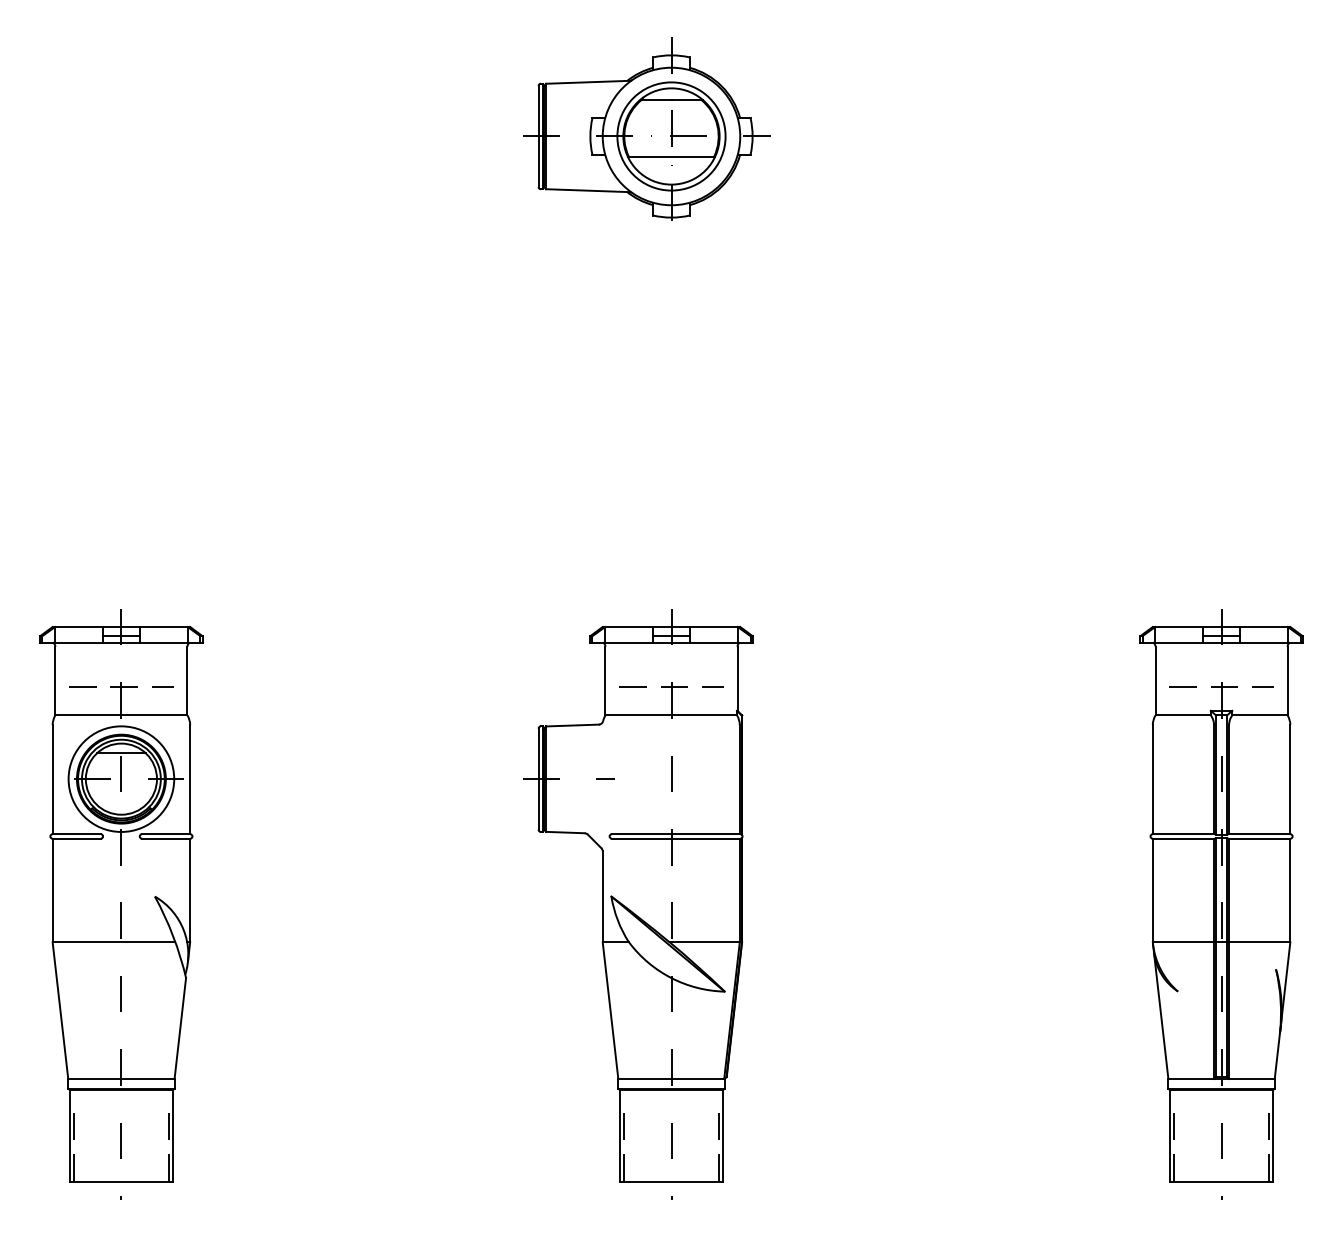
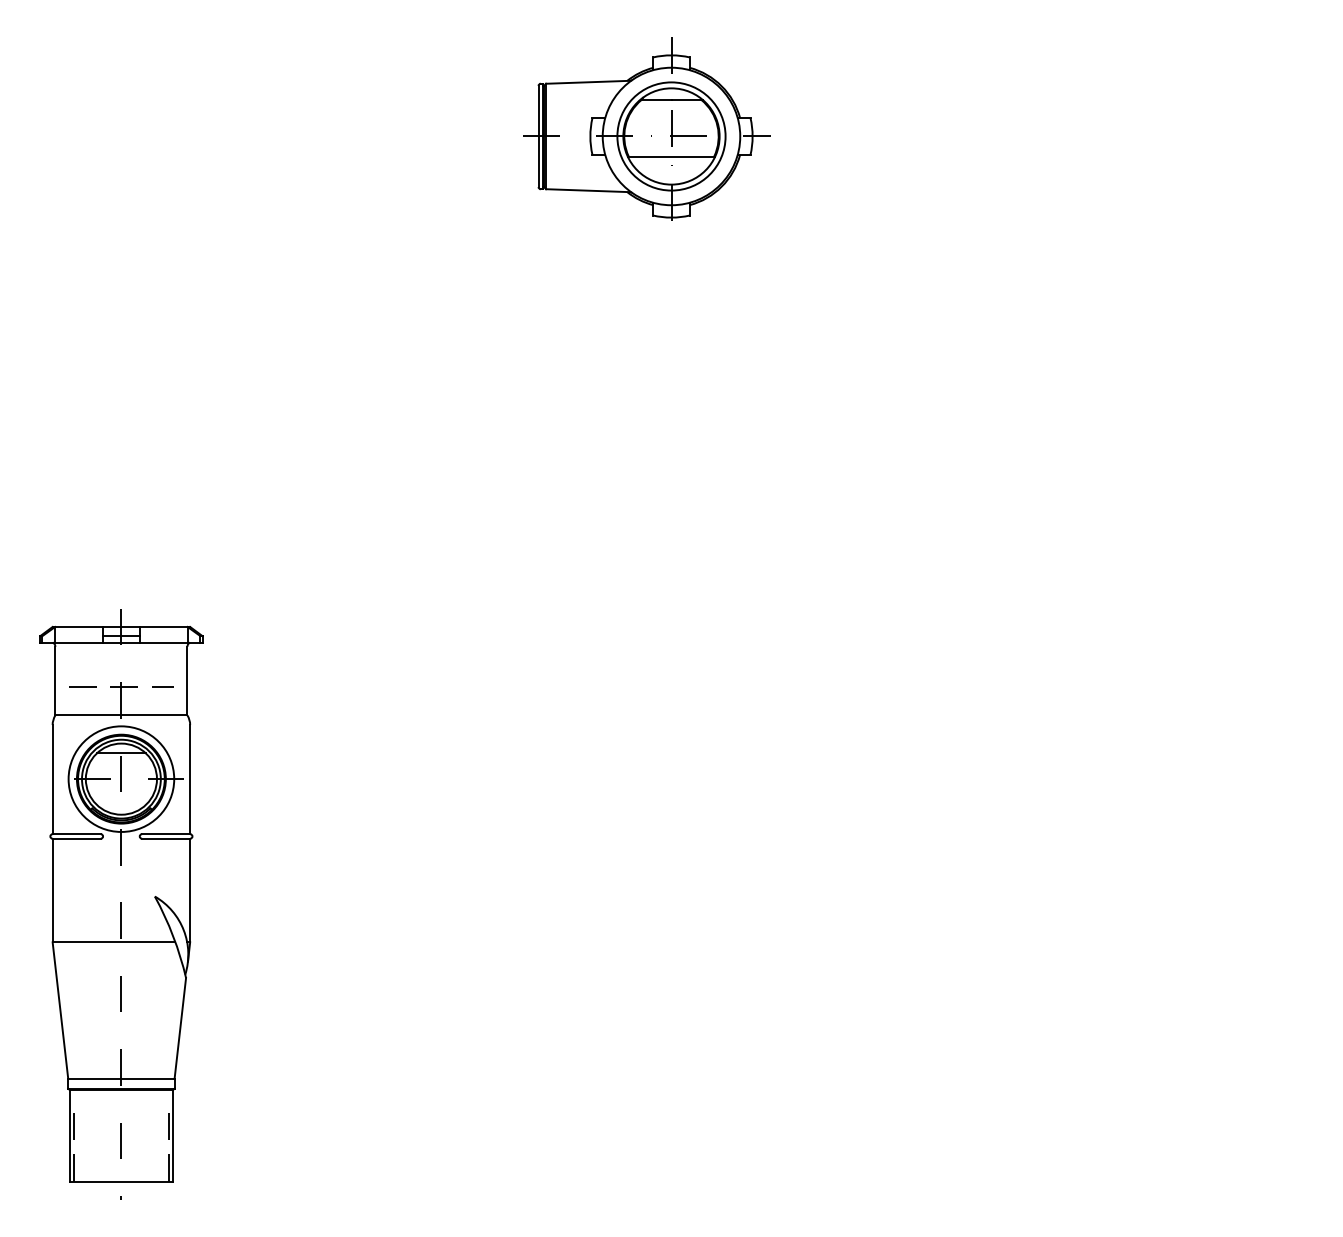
part at (638, 904): present -> none
part at (1221, 904): present -> none
